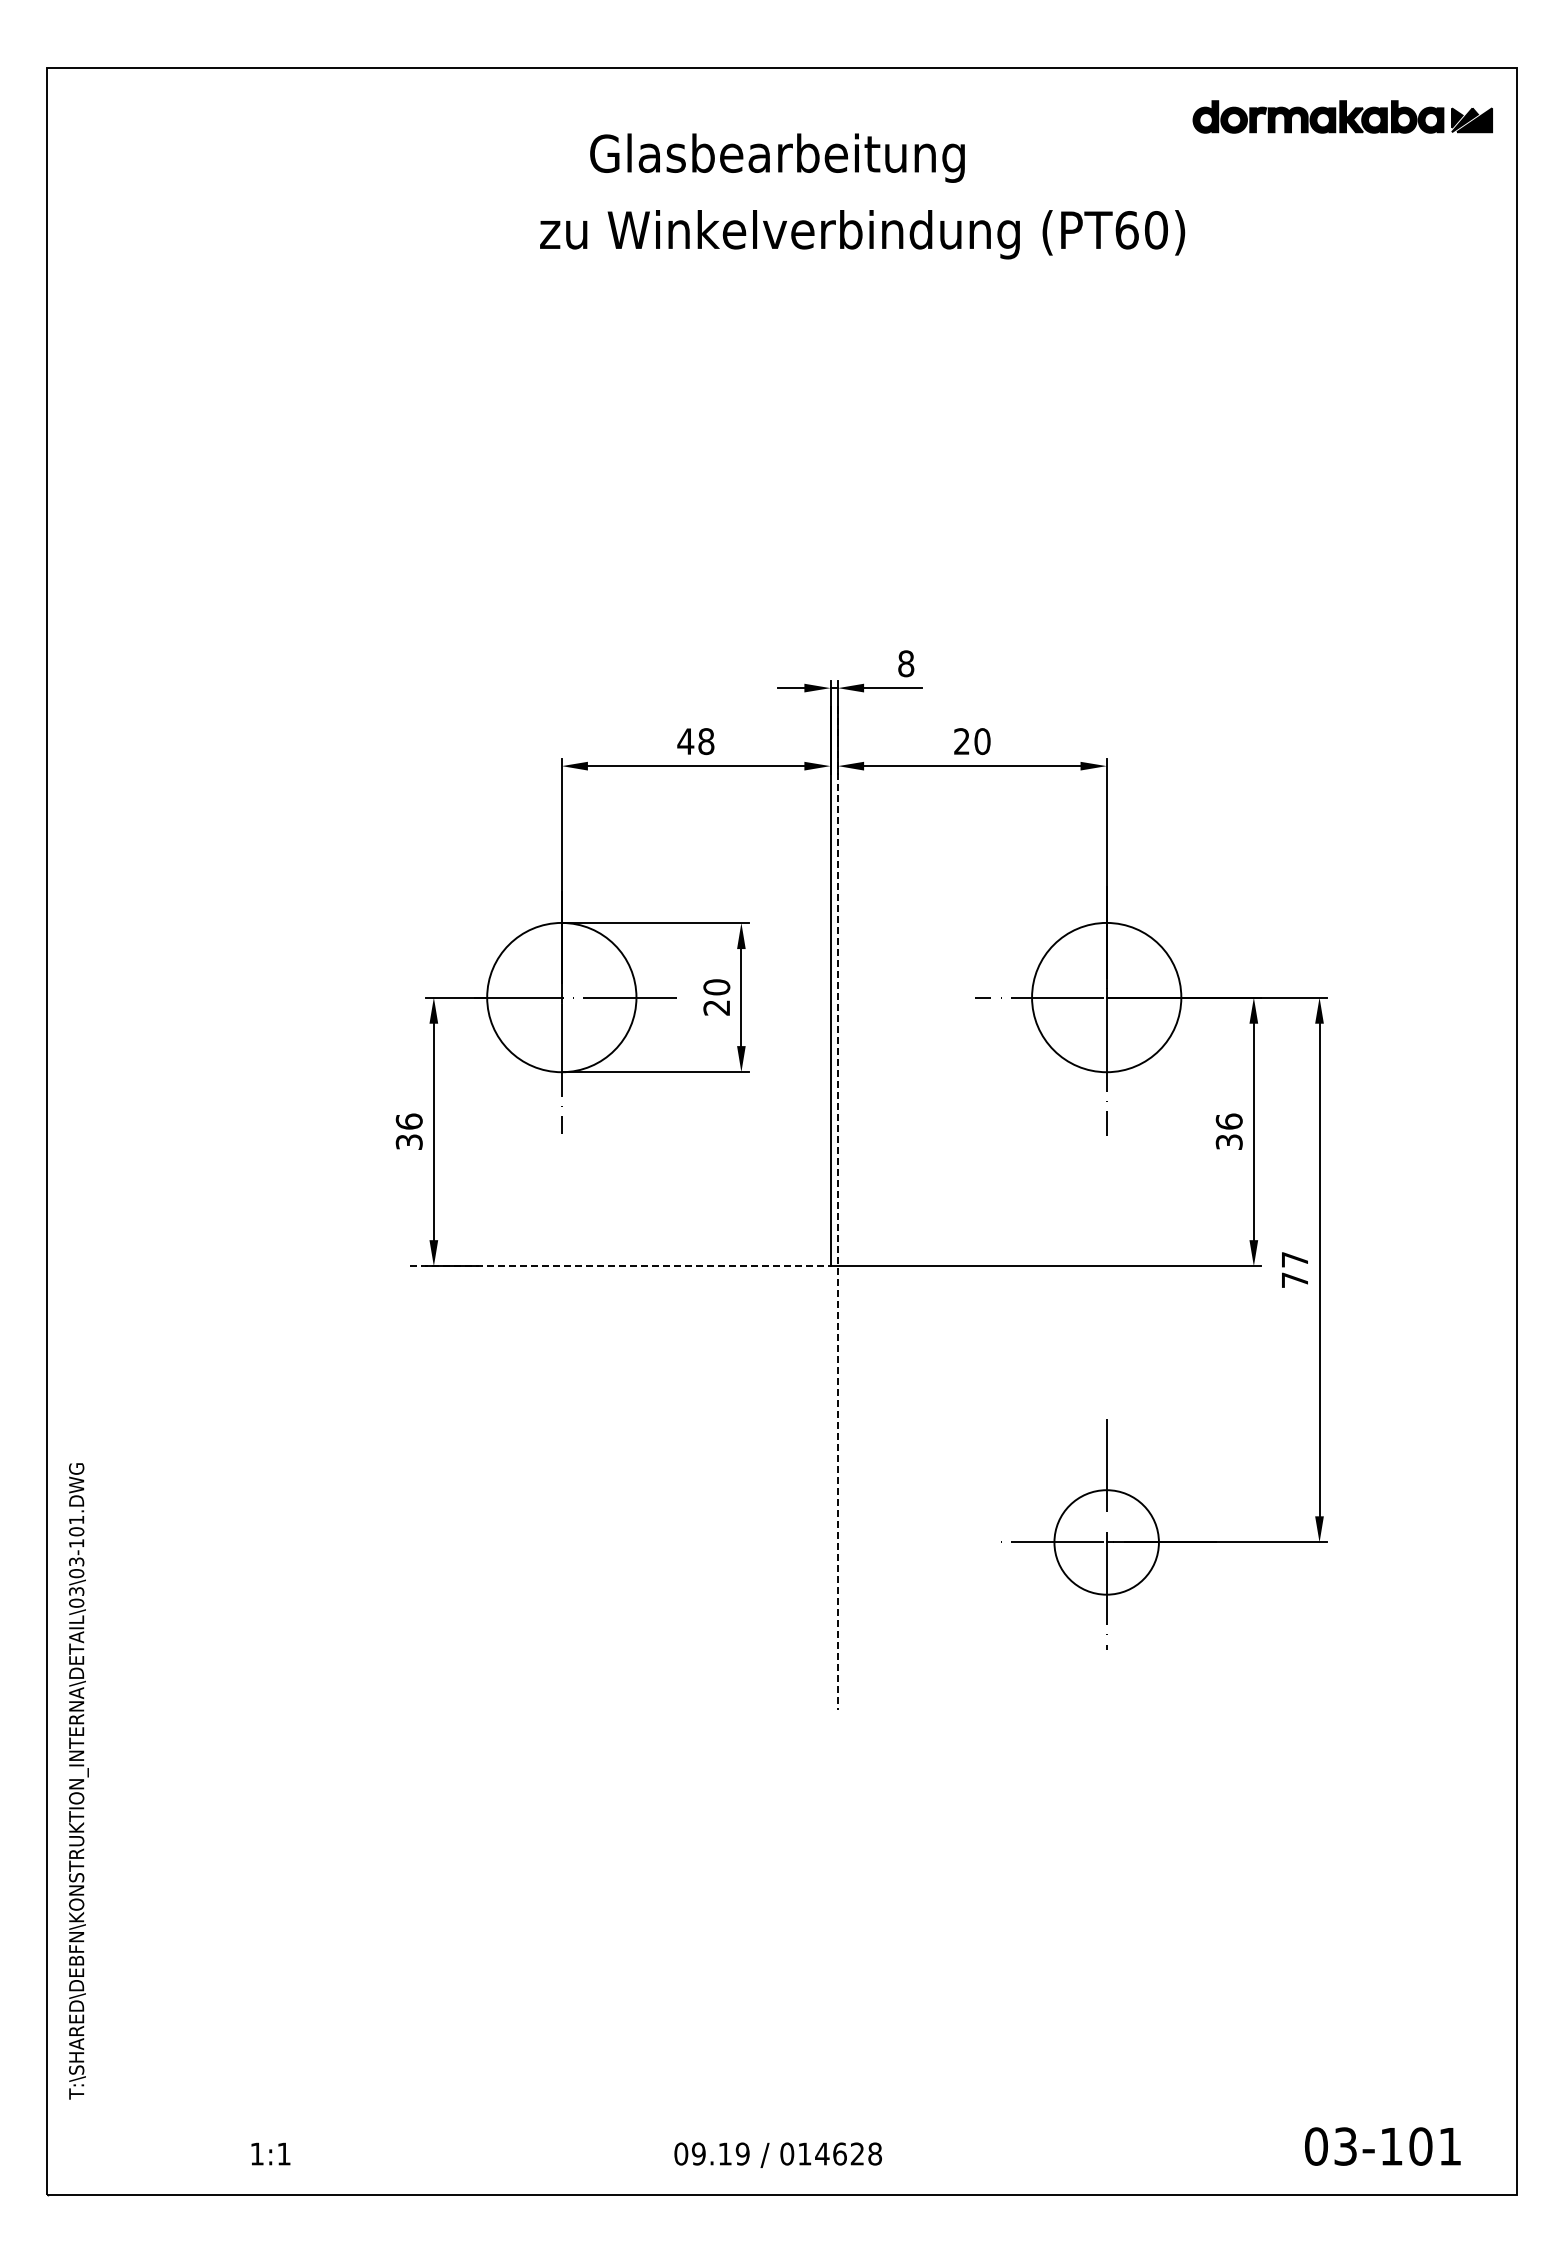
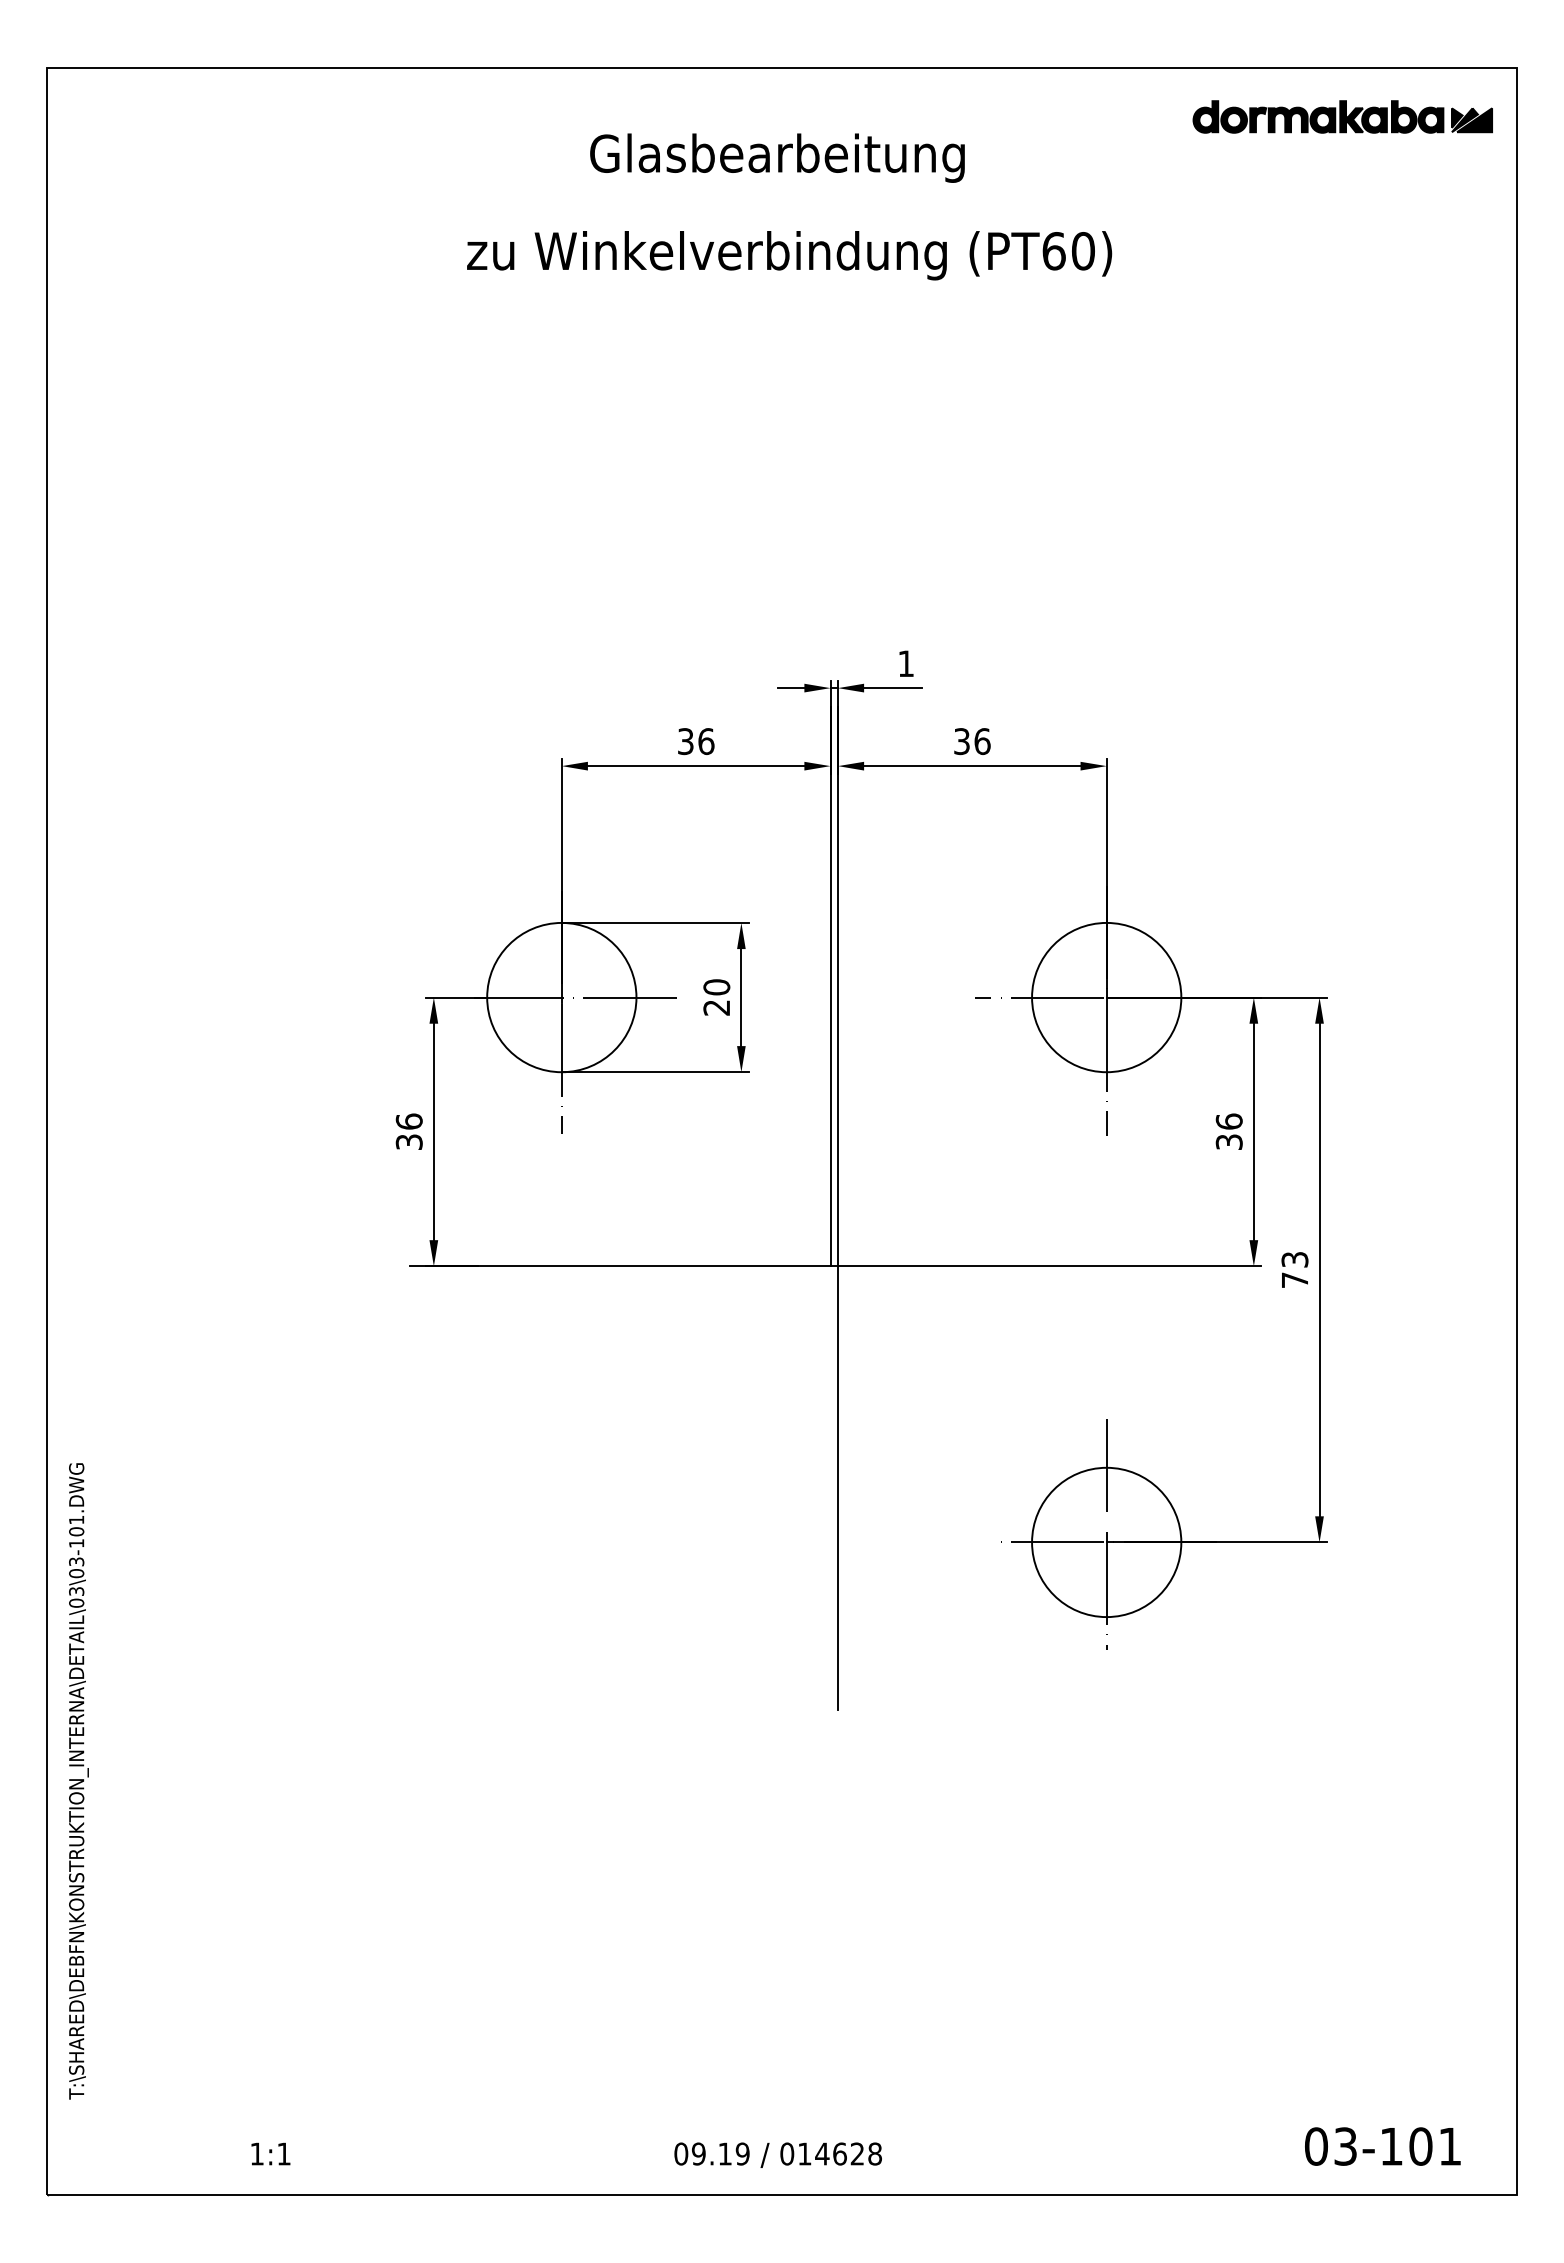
text at (862, 234) position: (862, 234) -> (789, 255)
text at (906, 663): 8 -> 1
text at (695, 741): 48 -> 36
text at (972, 741): 20 -> 36
line at (837, 1208): dashed -> solid
text at (1294, 1259): 77 -> 73
line at (620, 1266): dashed -> solid
circle at (1106, 1542) diameter: 104 px -> 149 px
